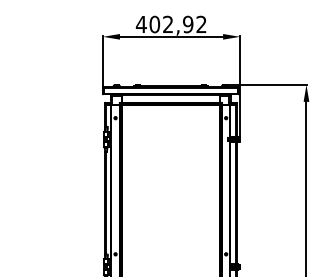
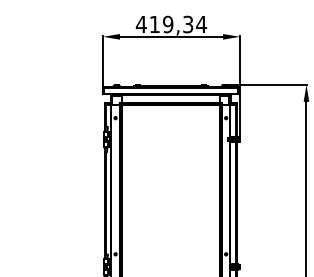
text at (178, 24): 402,92 -> 419,34
